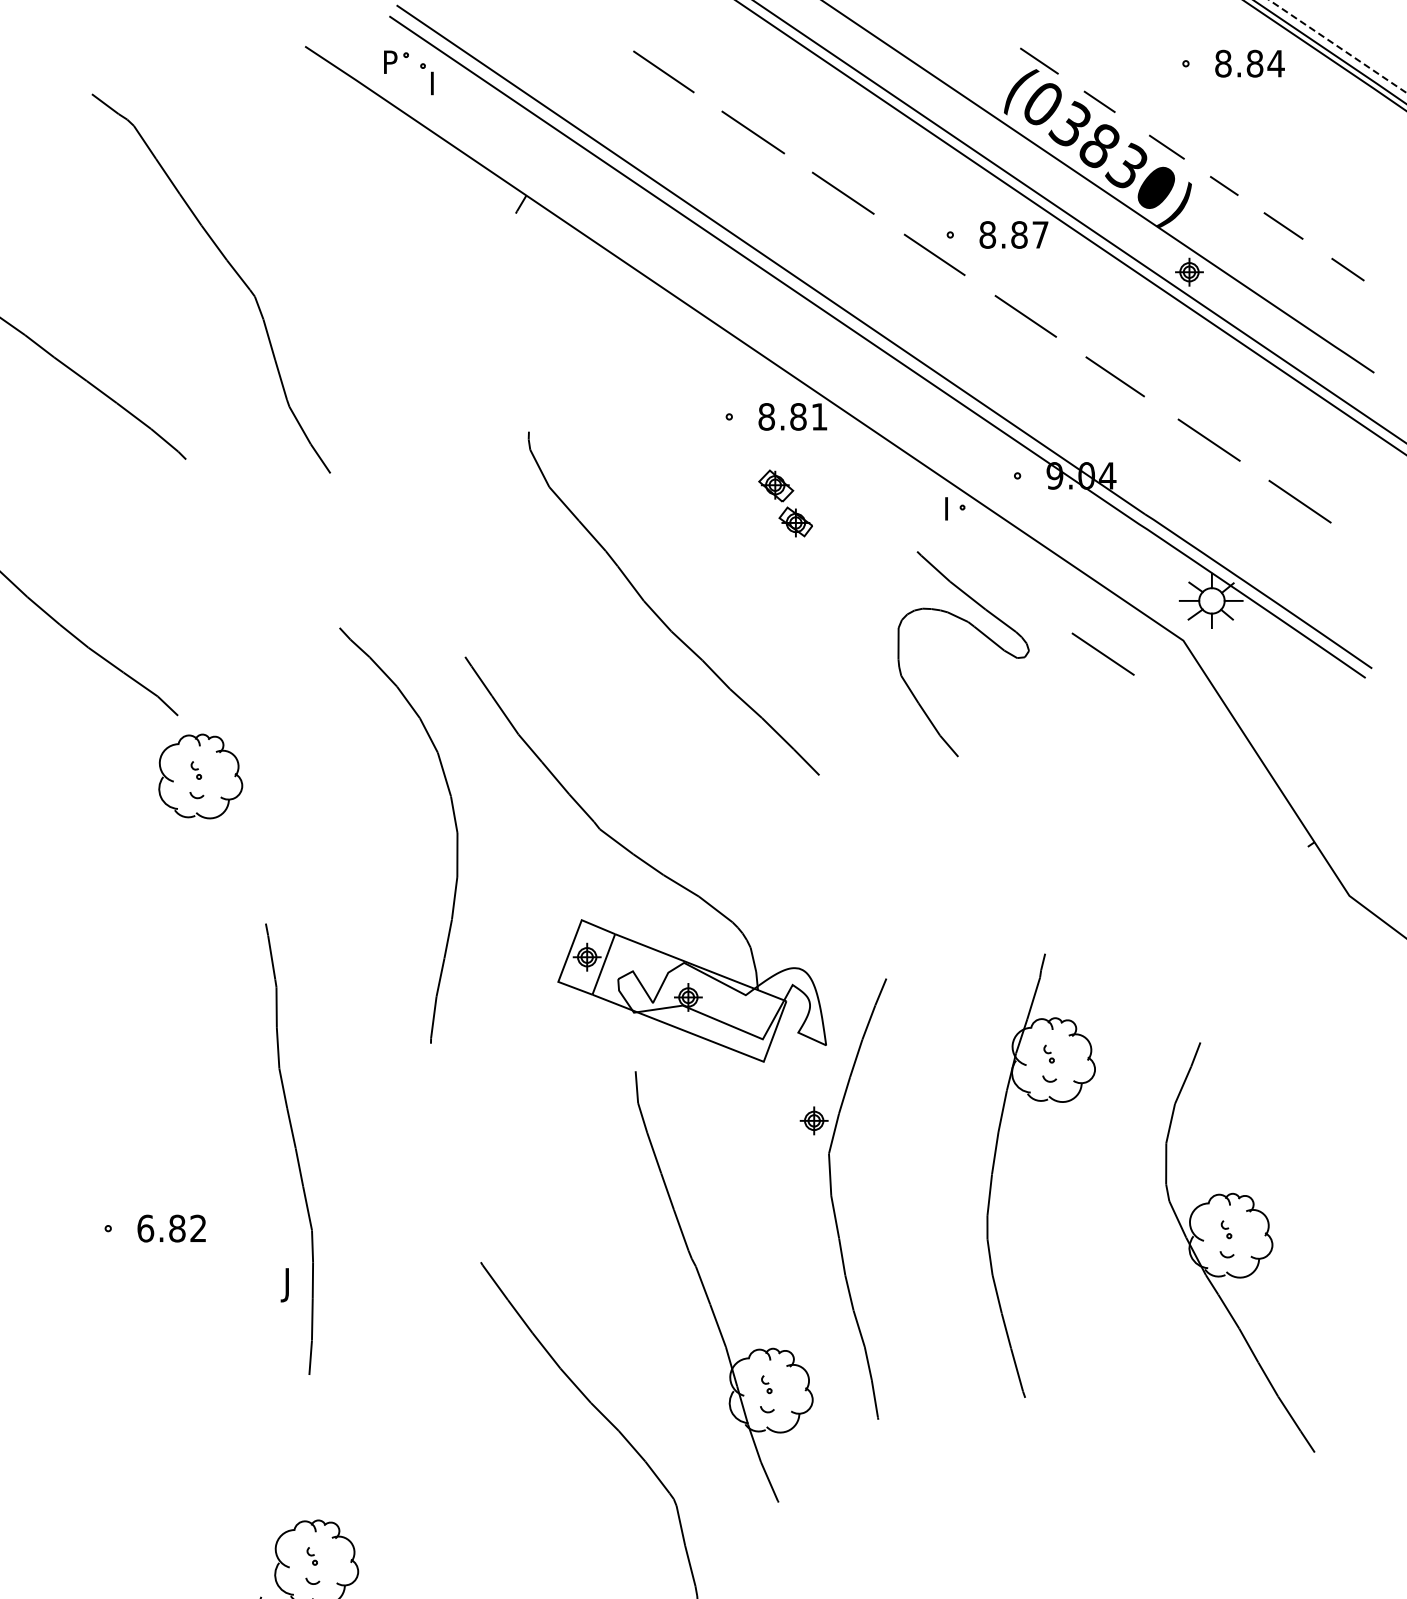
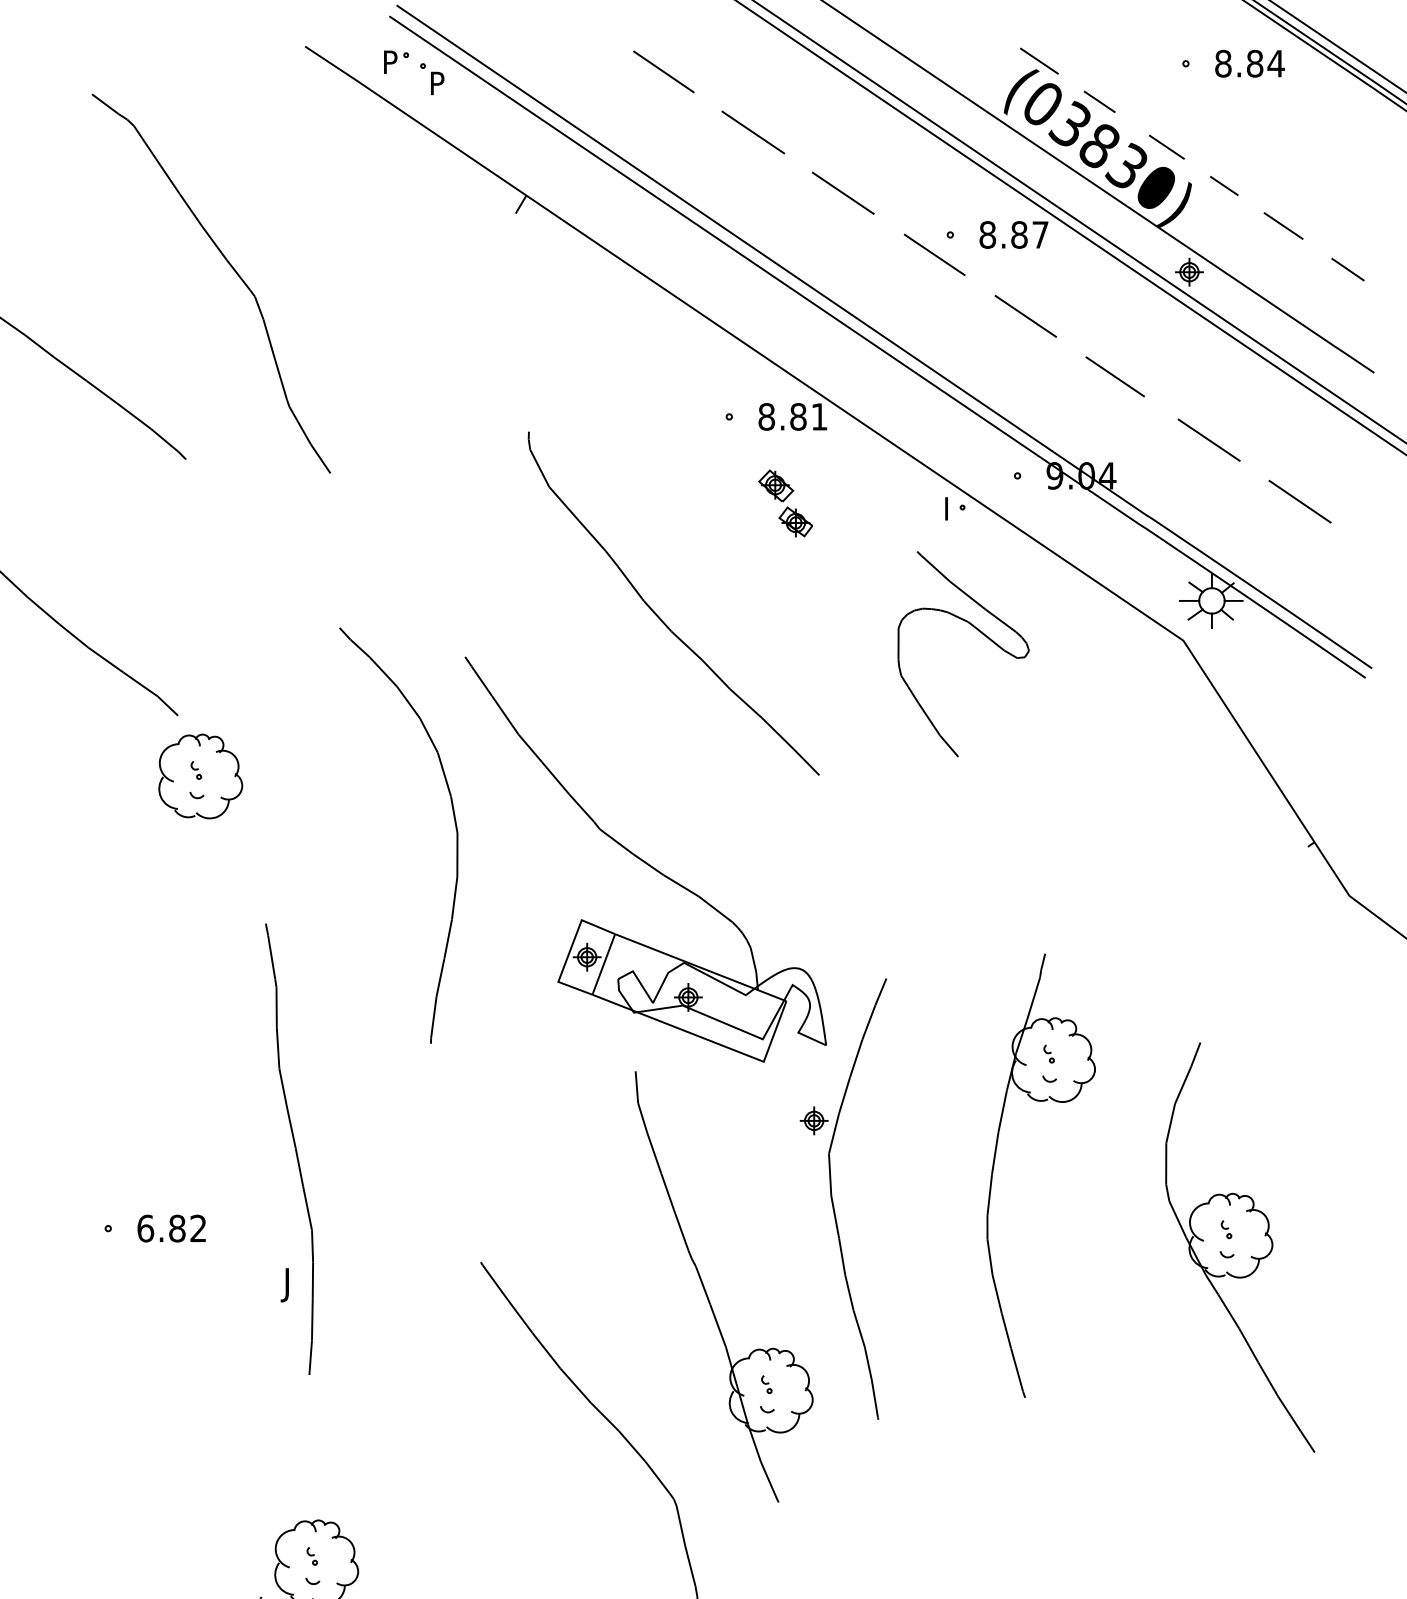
line at (1338, 46): dashed -> solid
text at (438, 78): I -> P
line at (1102, 653): present -> none
